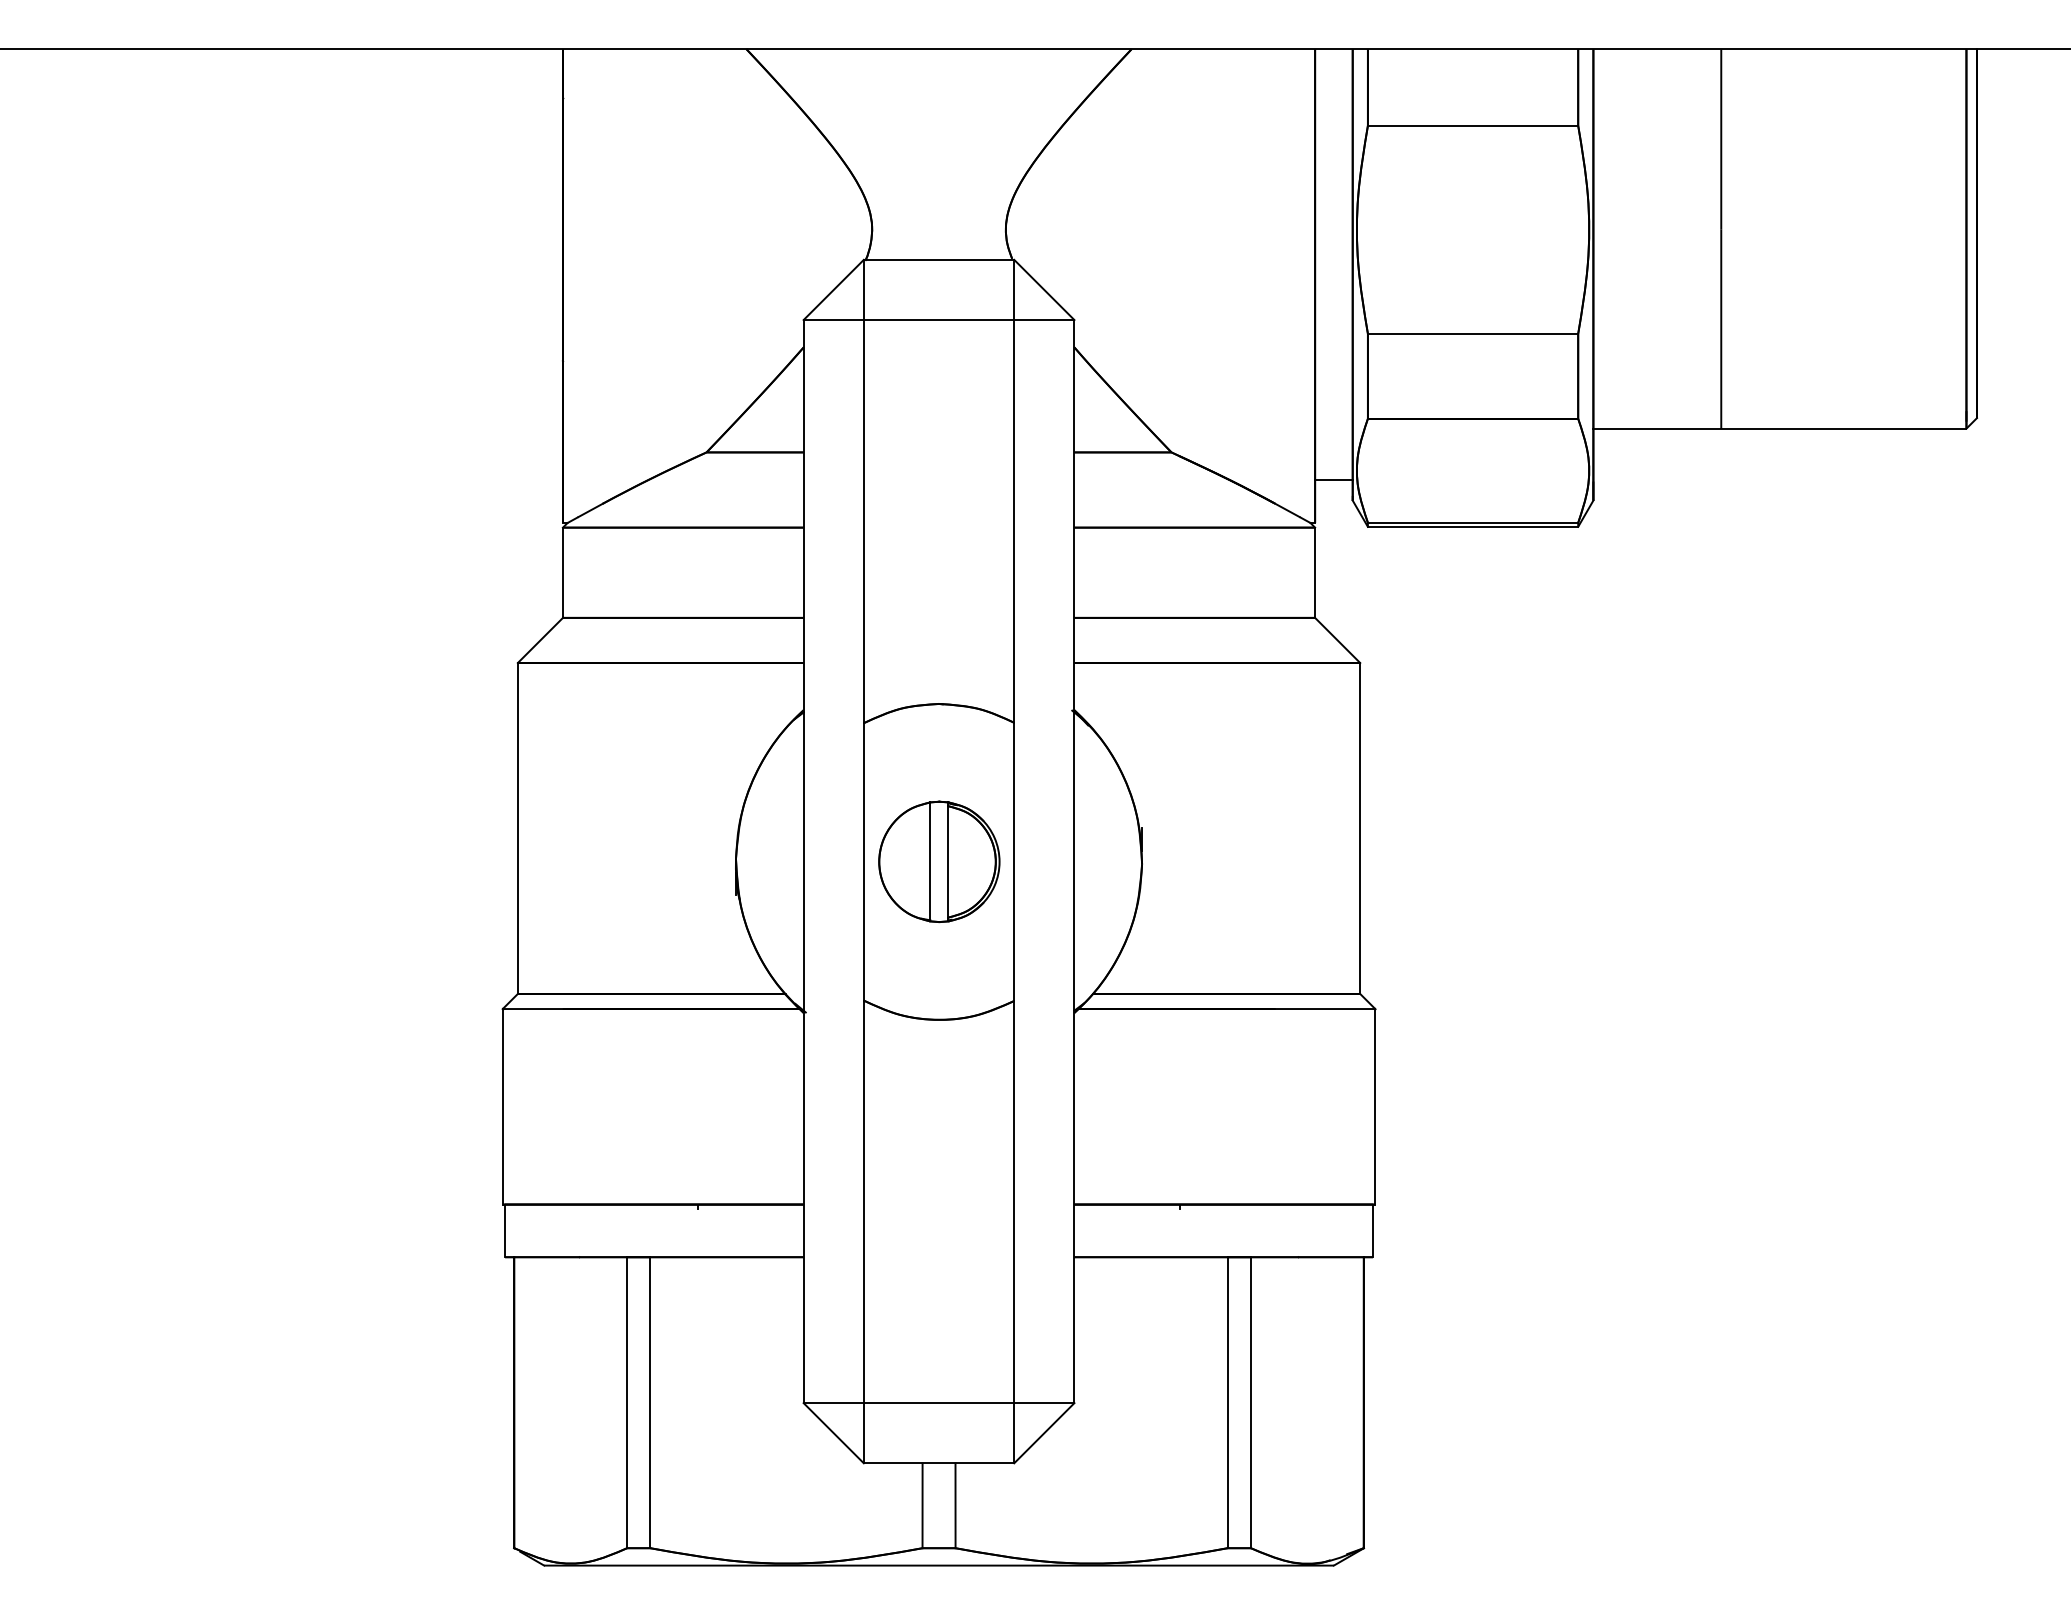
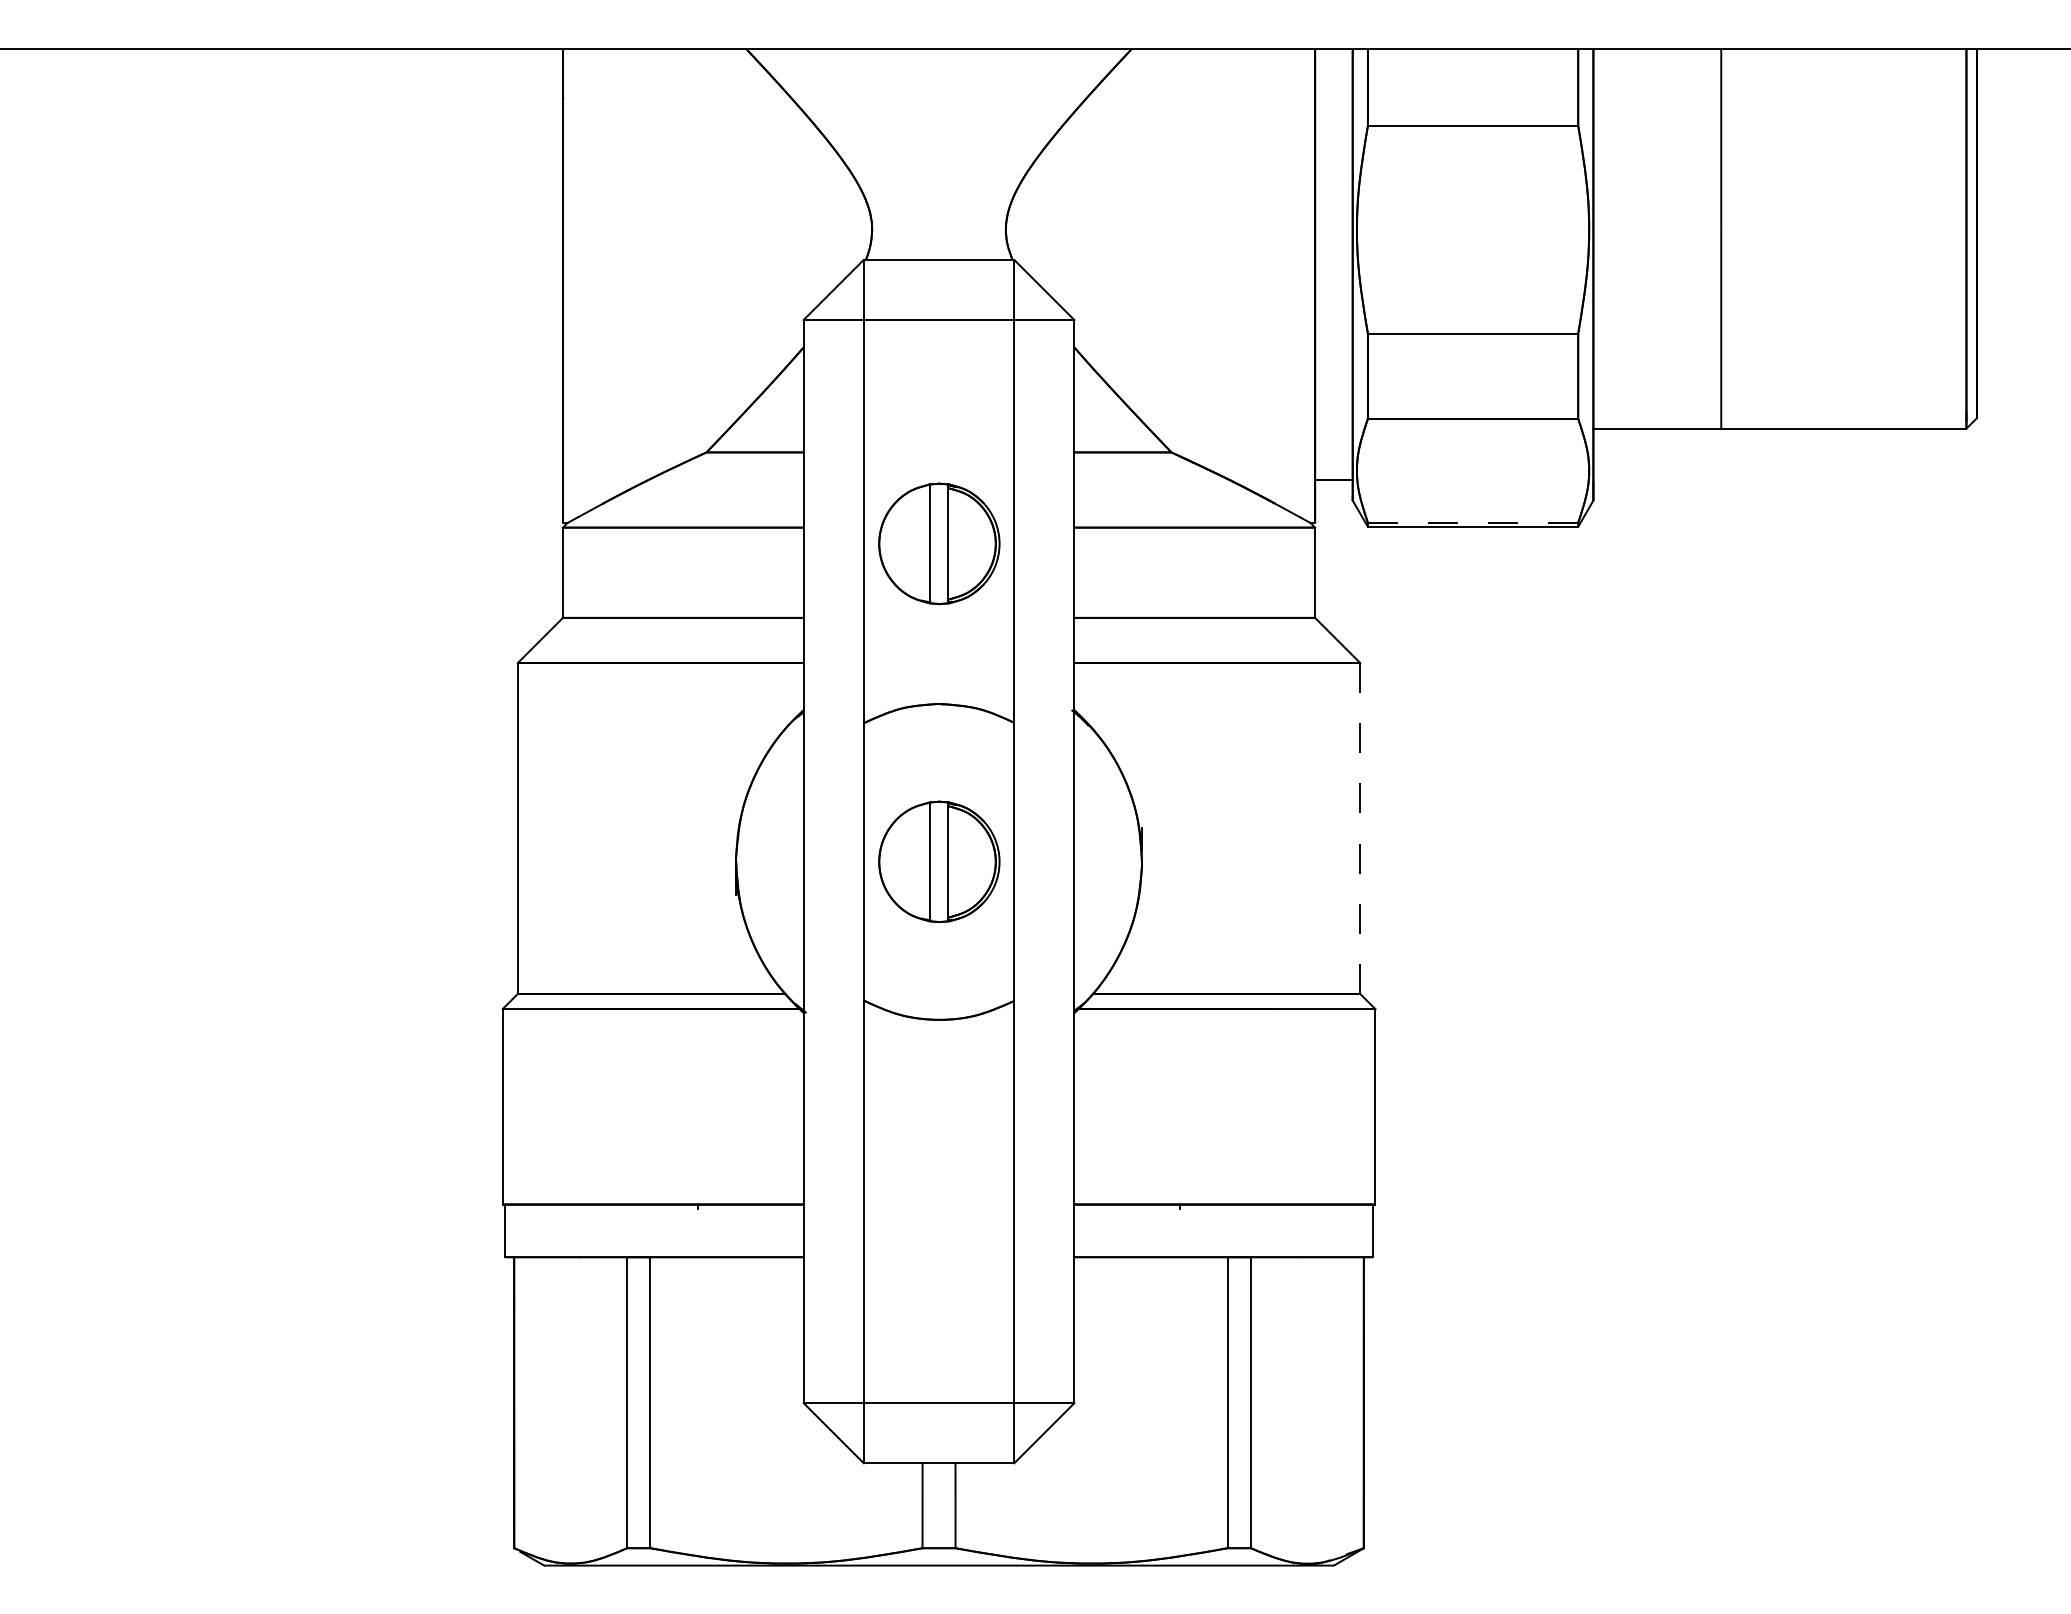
line at (1472, 522): solid -> dashed
part at (939, 543): none -> present
line at (1360, 828): solid -> dashed
